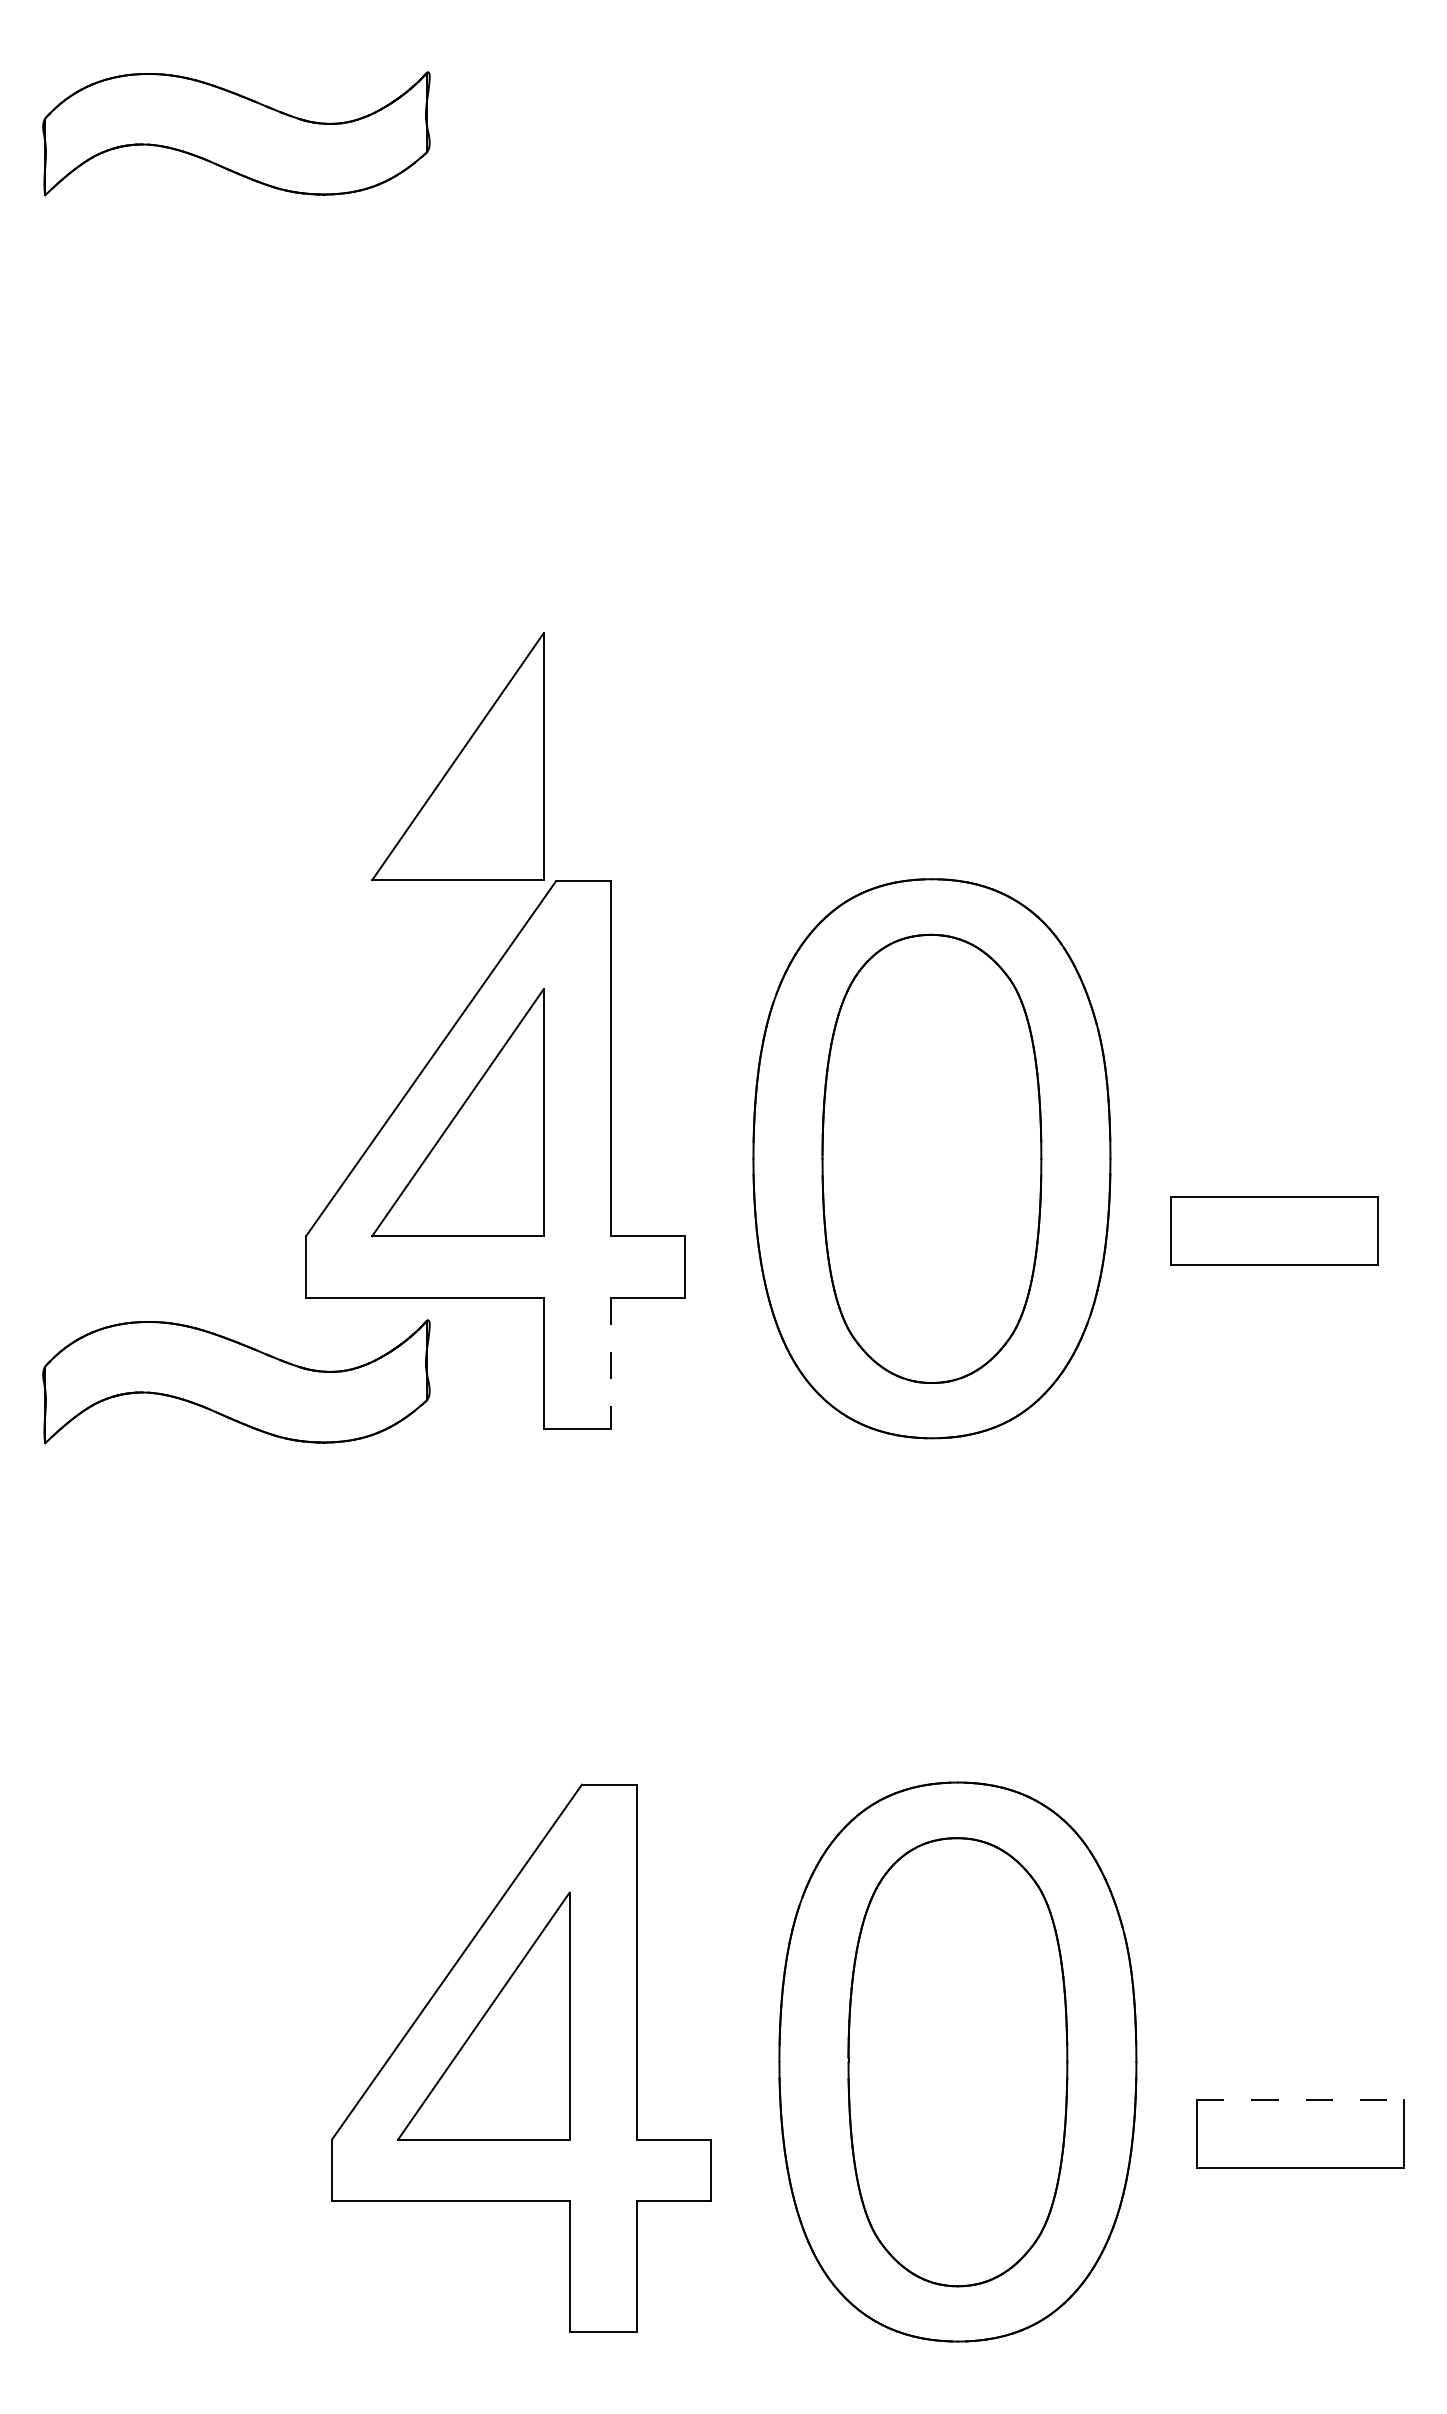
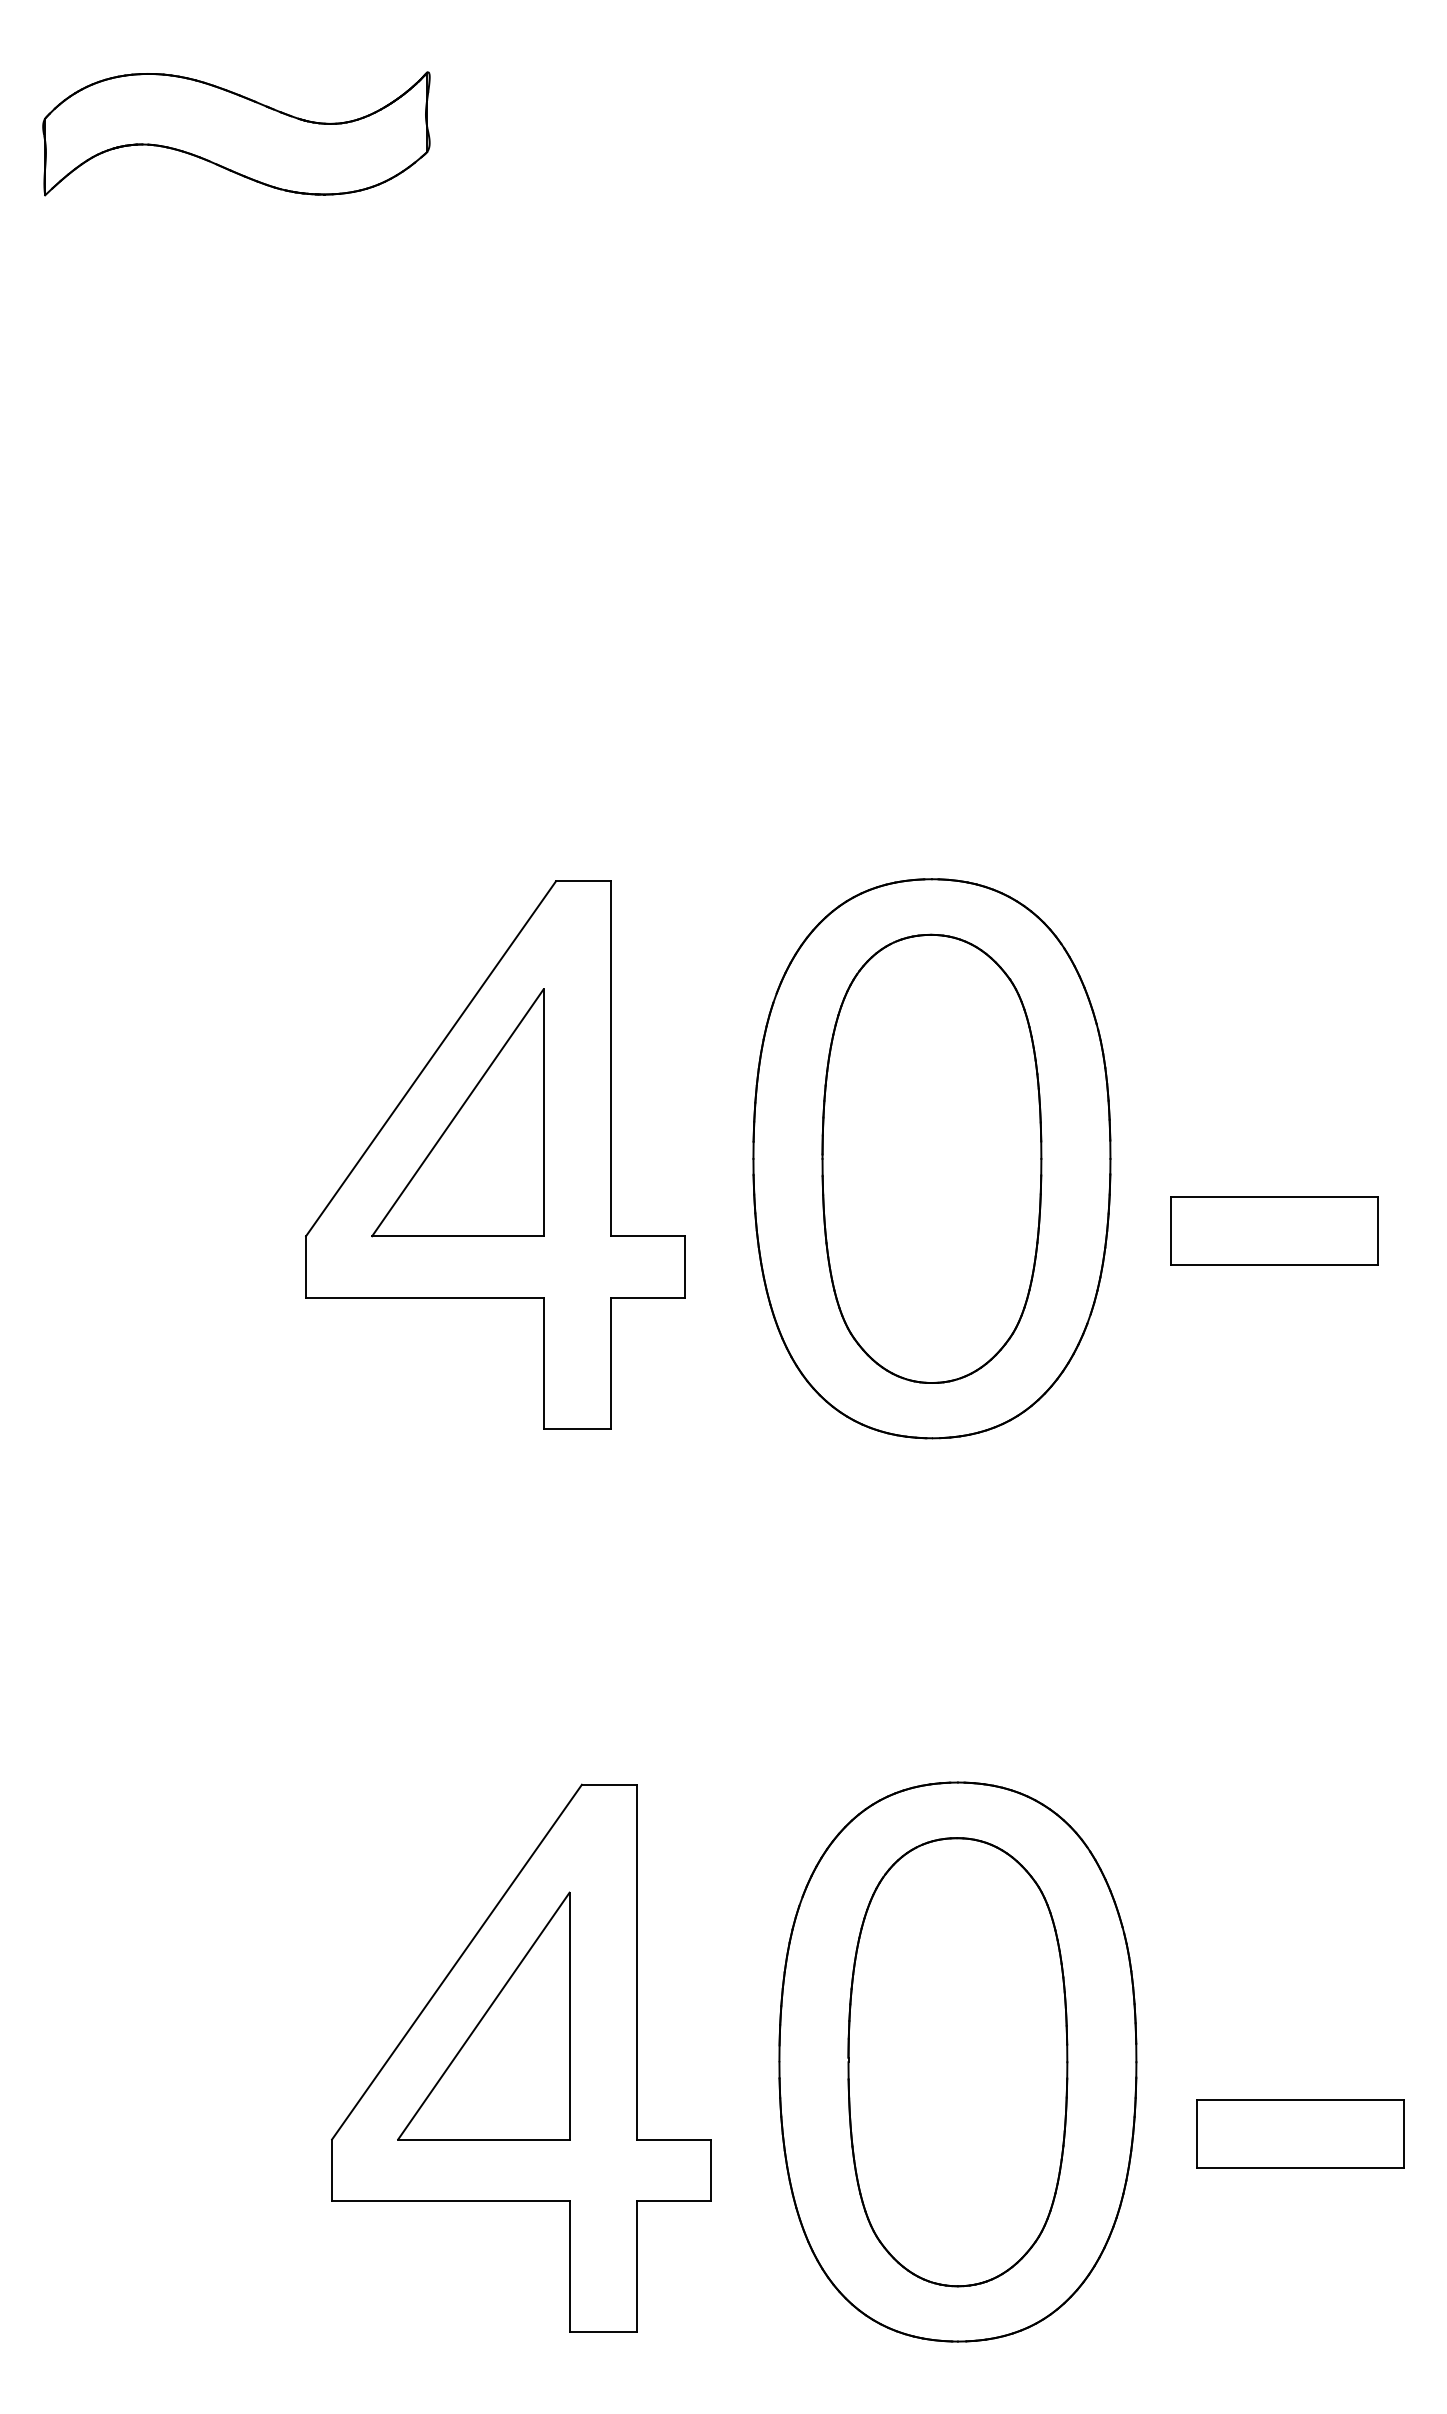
part at (457, 756): present -> none
line at (610, 1363): dashed -> solid
part at (236, 1381): present -> none
line at (1301, 2100): dashed -> solid
